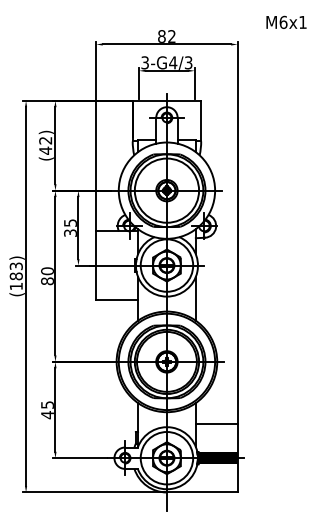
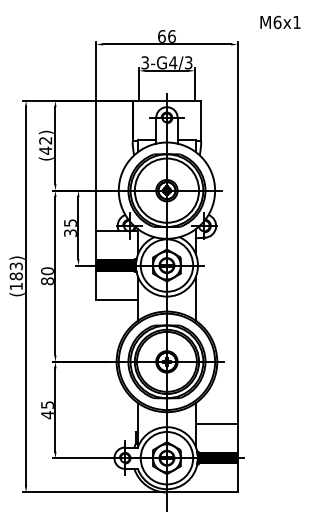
text at (286, 21) position: (286, 21) -> (280, 21)
text at (166, 36): 82 -> 66
fill at (115, 265): none -> present
